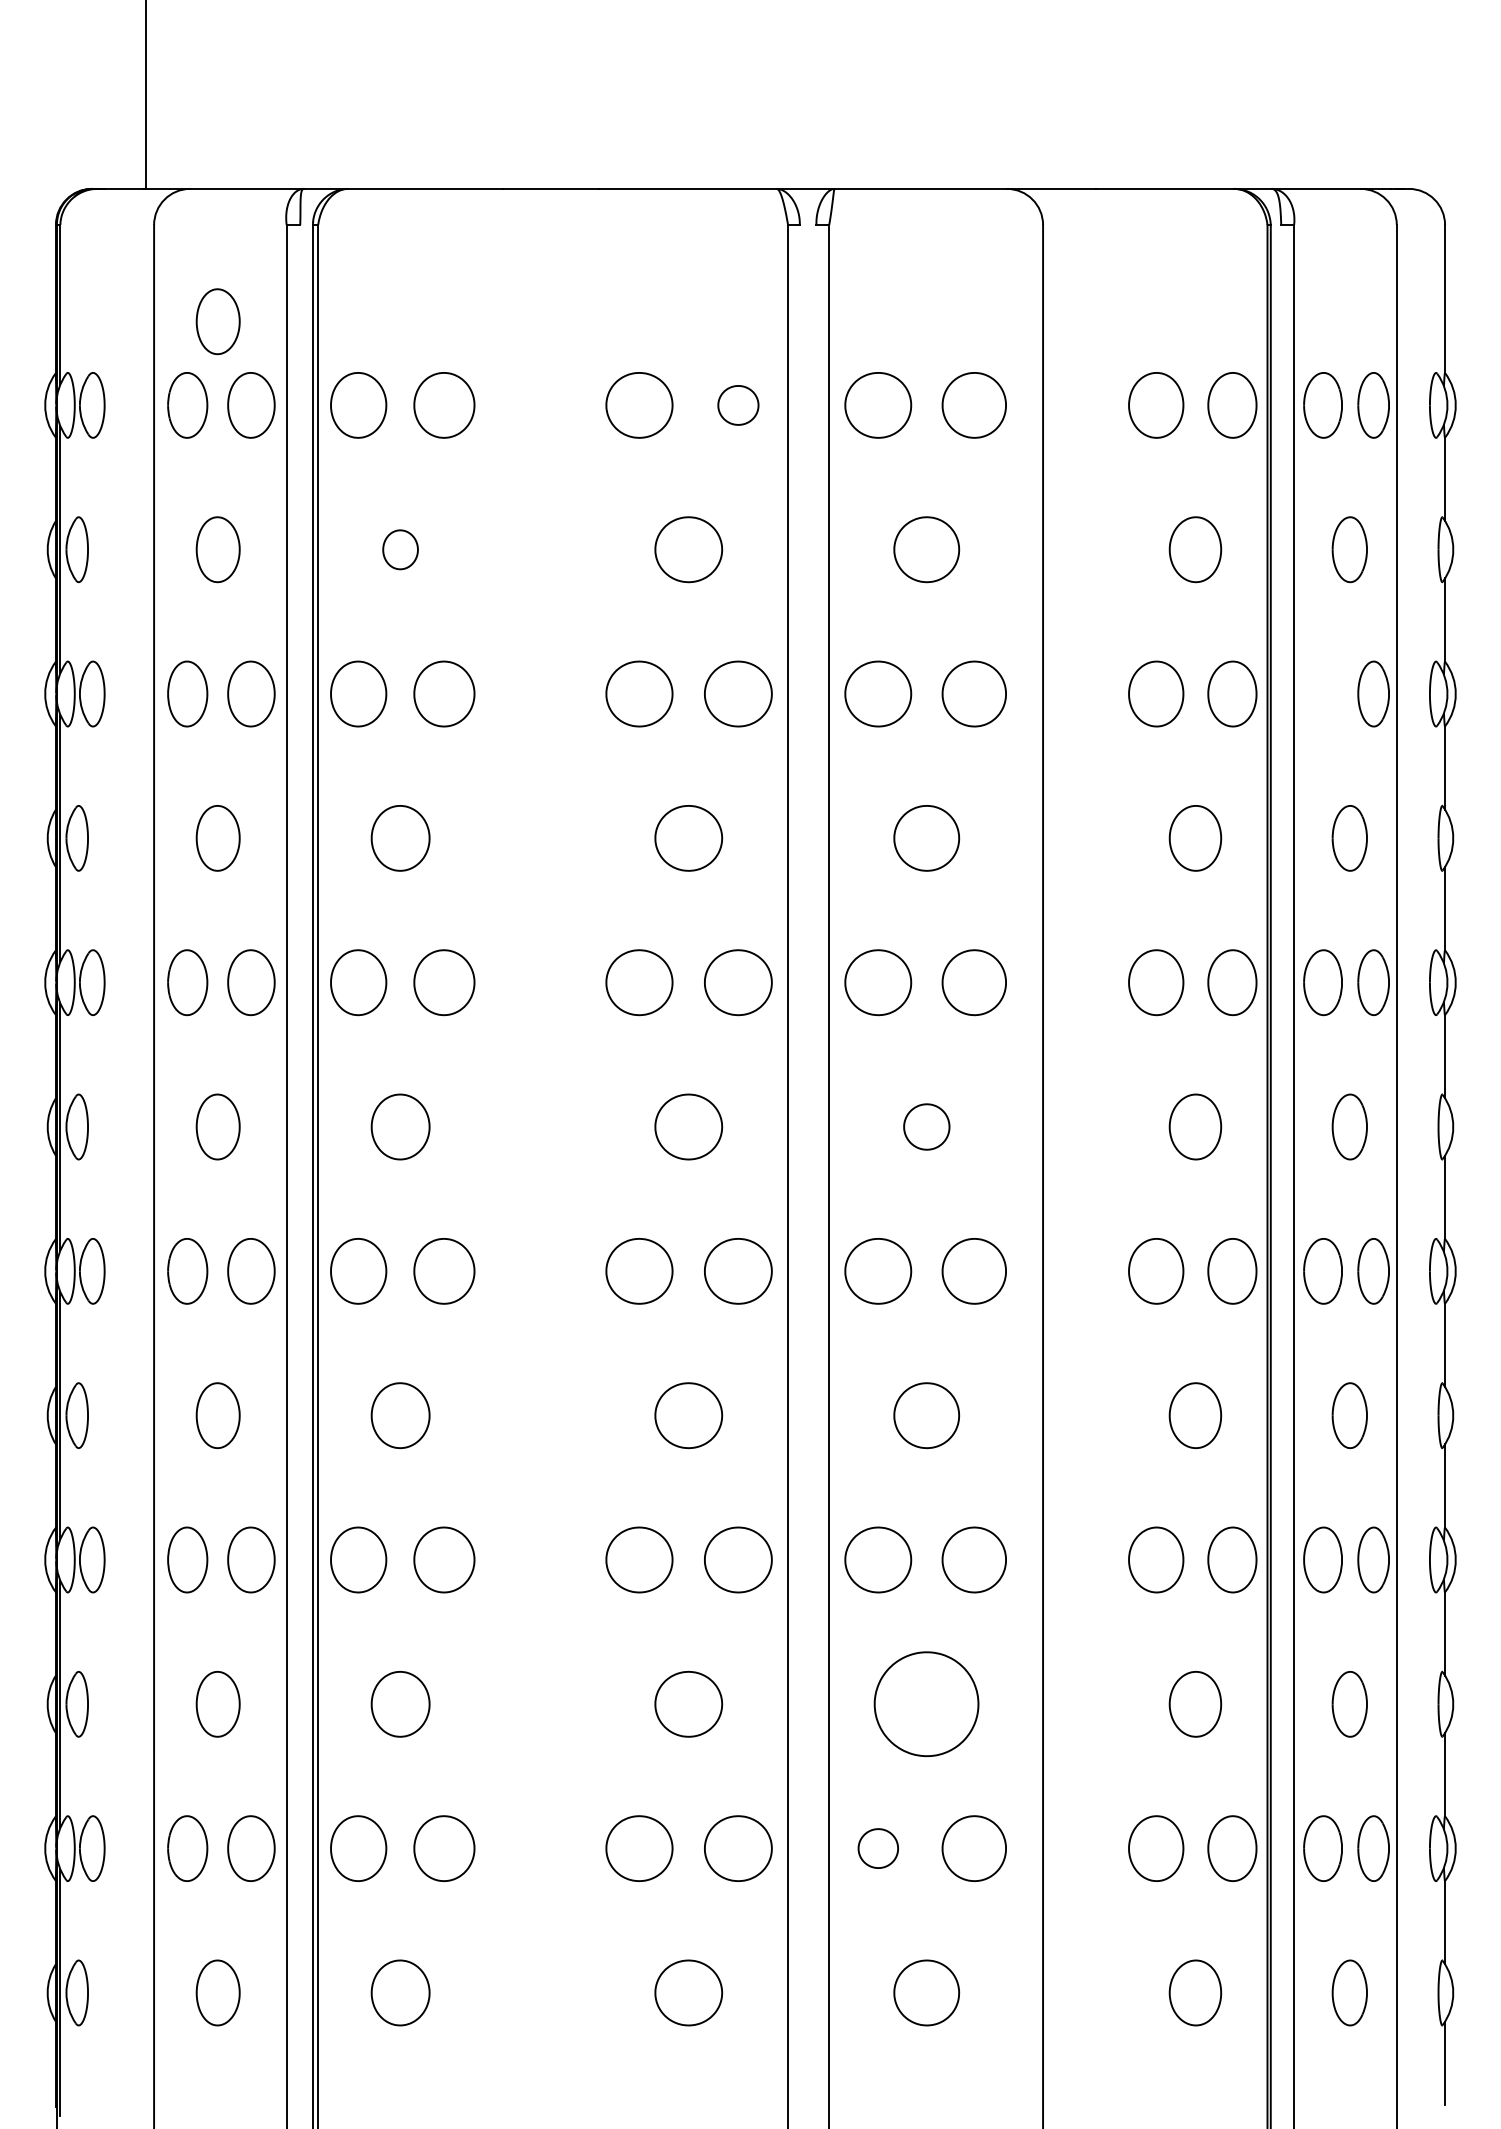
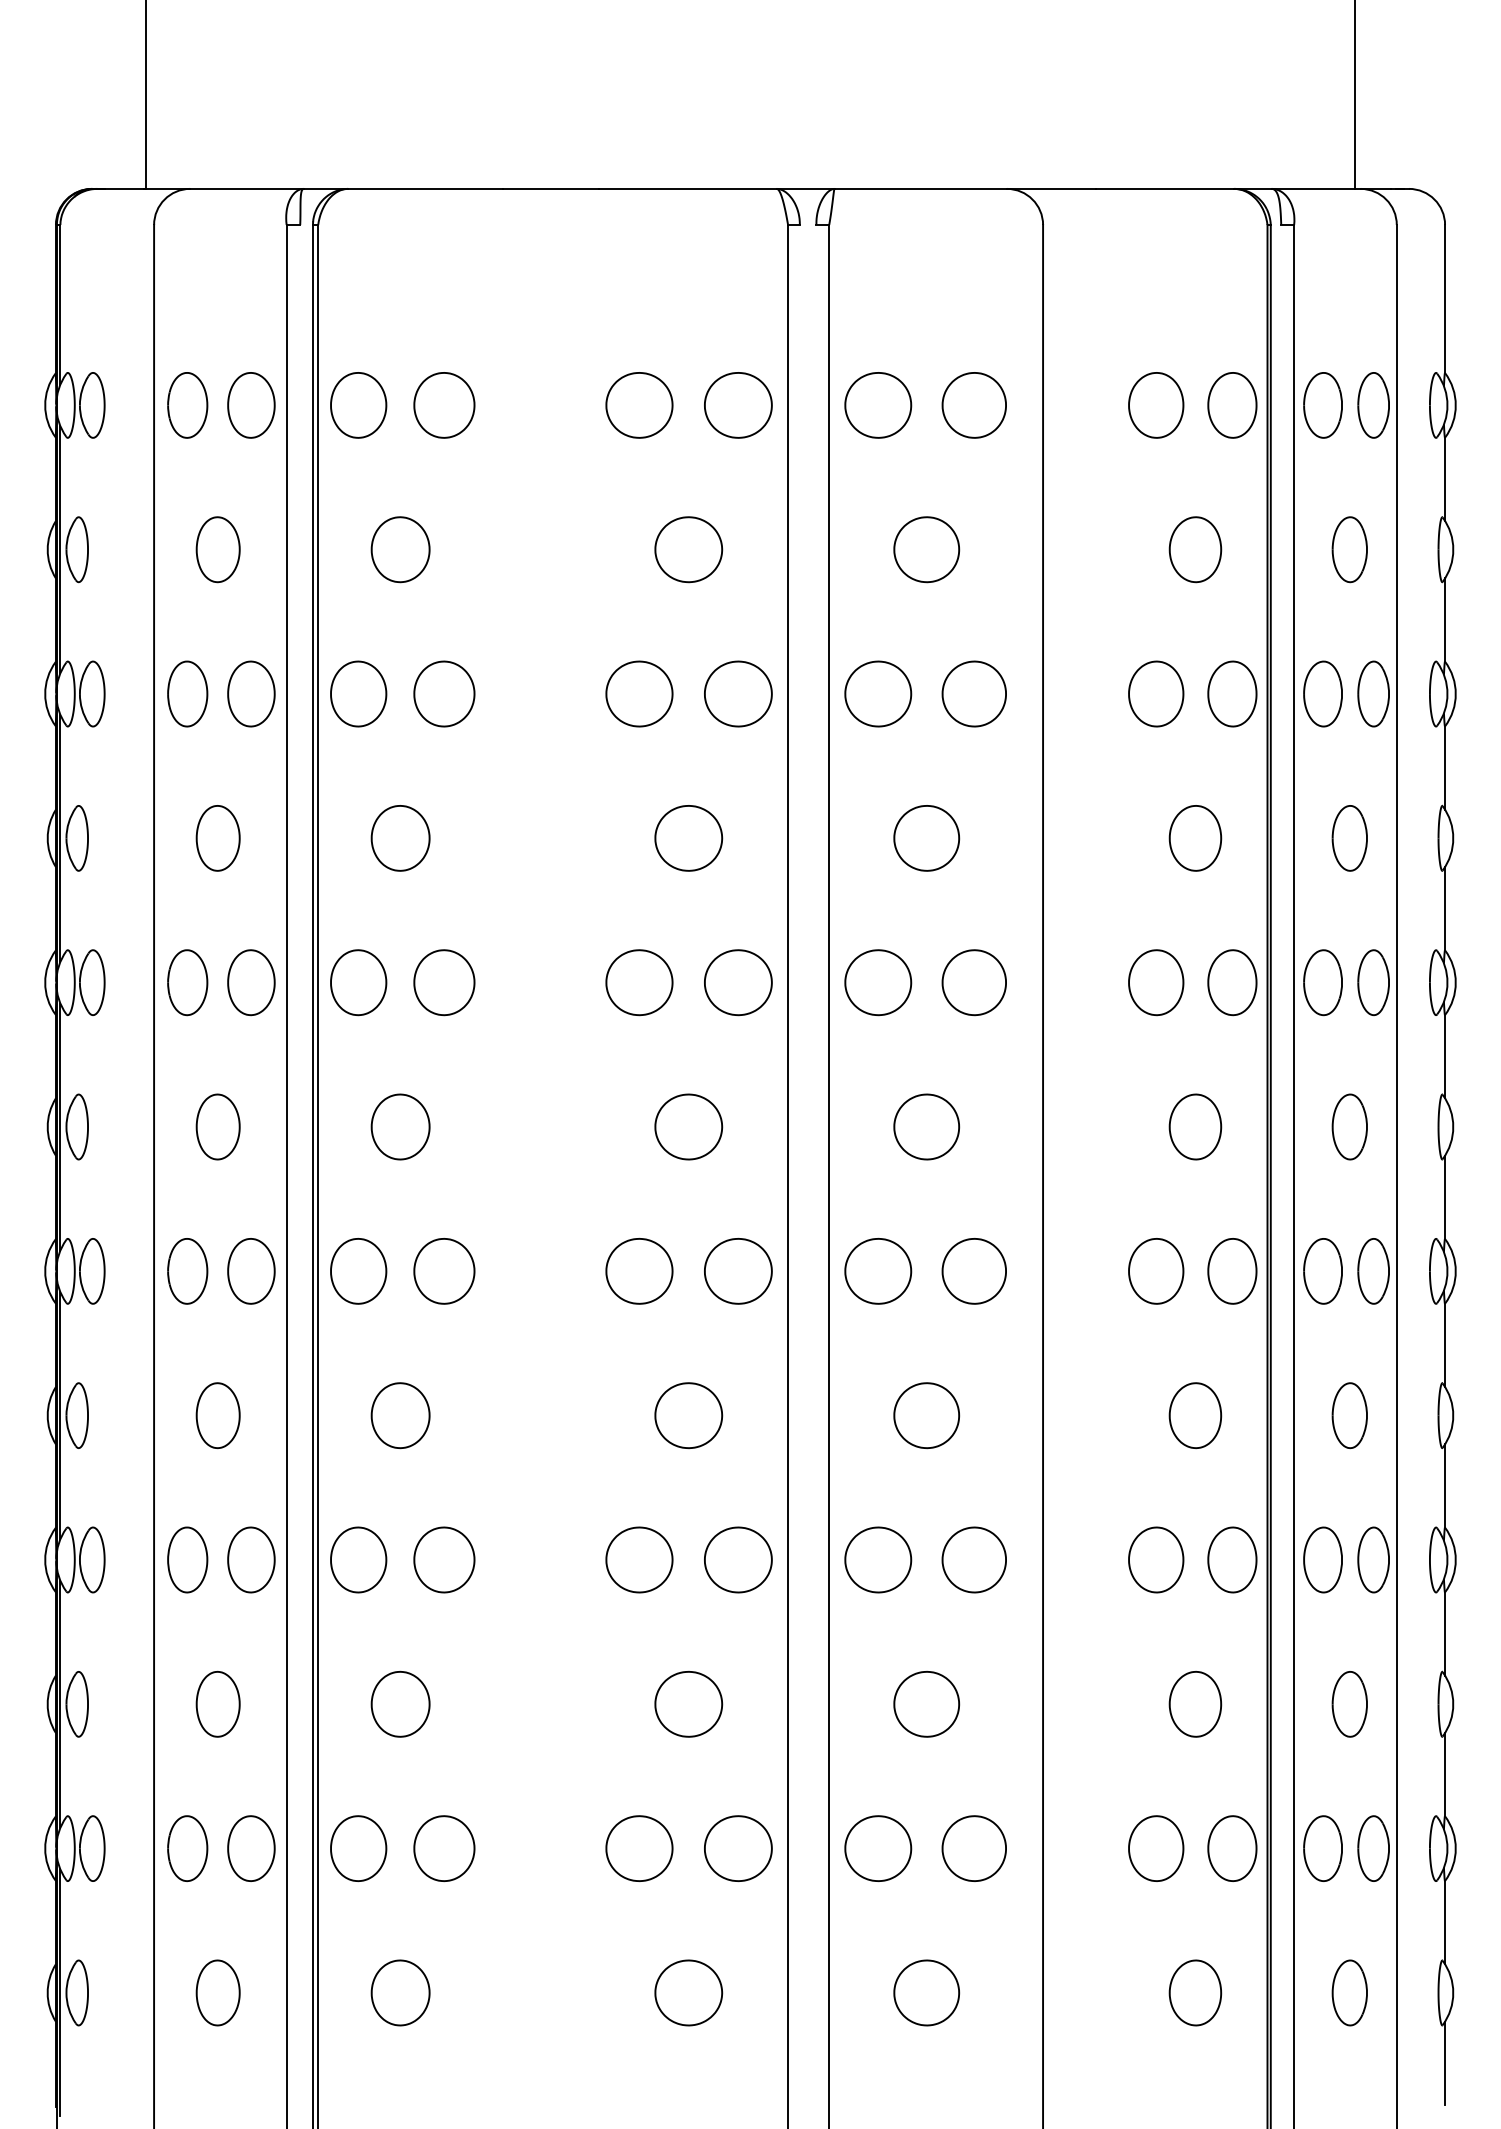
line at (1354, 95): none -> present
part at (217, 321): present -> none
part at (738, 405) size: 43x41 px -> 69x67 px
part at (400, 549) size: 37x42 px -> 61x68 px
part at (1322, 693): none -> present
part at (926, 1126) size: 48x48 px -> 68x68 px
part at (926, 1704) size: 107x107 px -> 68x67 px
part at (877, 1848) size: 42x41 px -> 69x67 px
